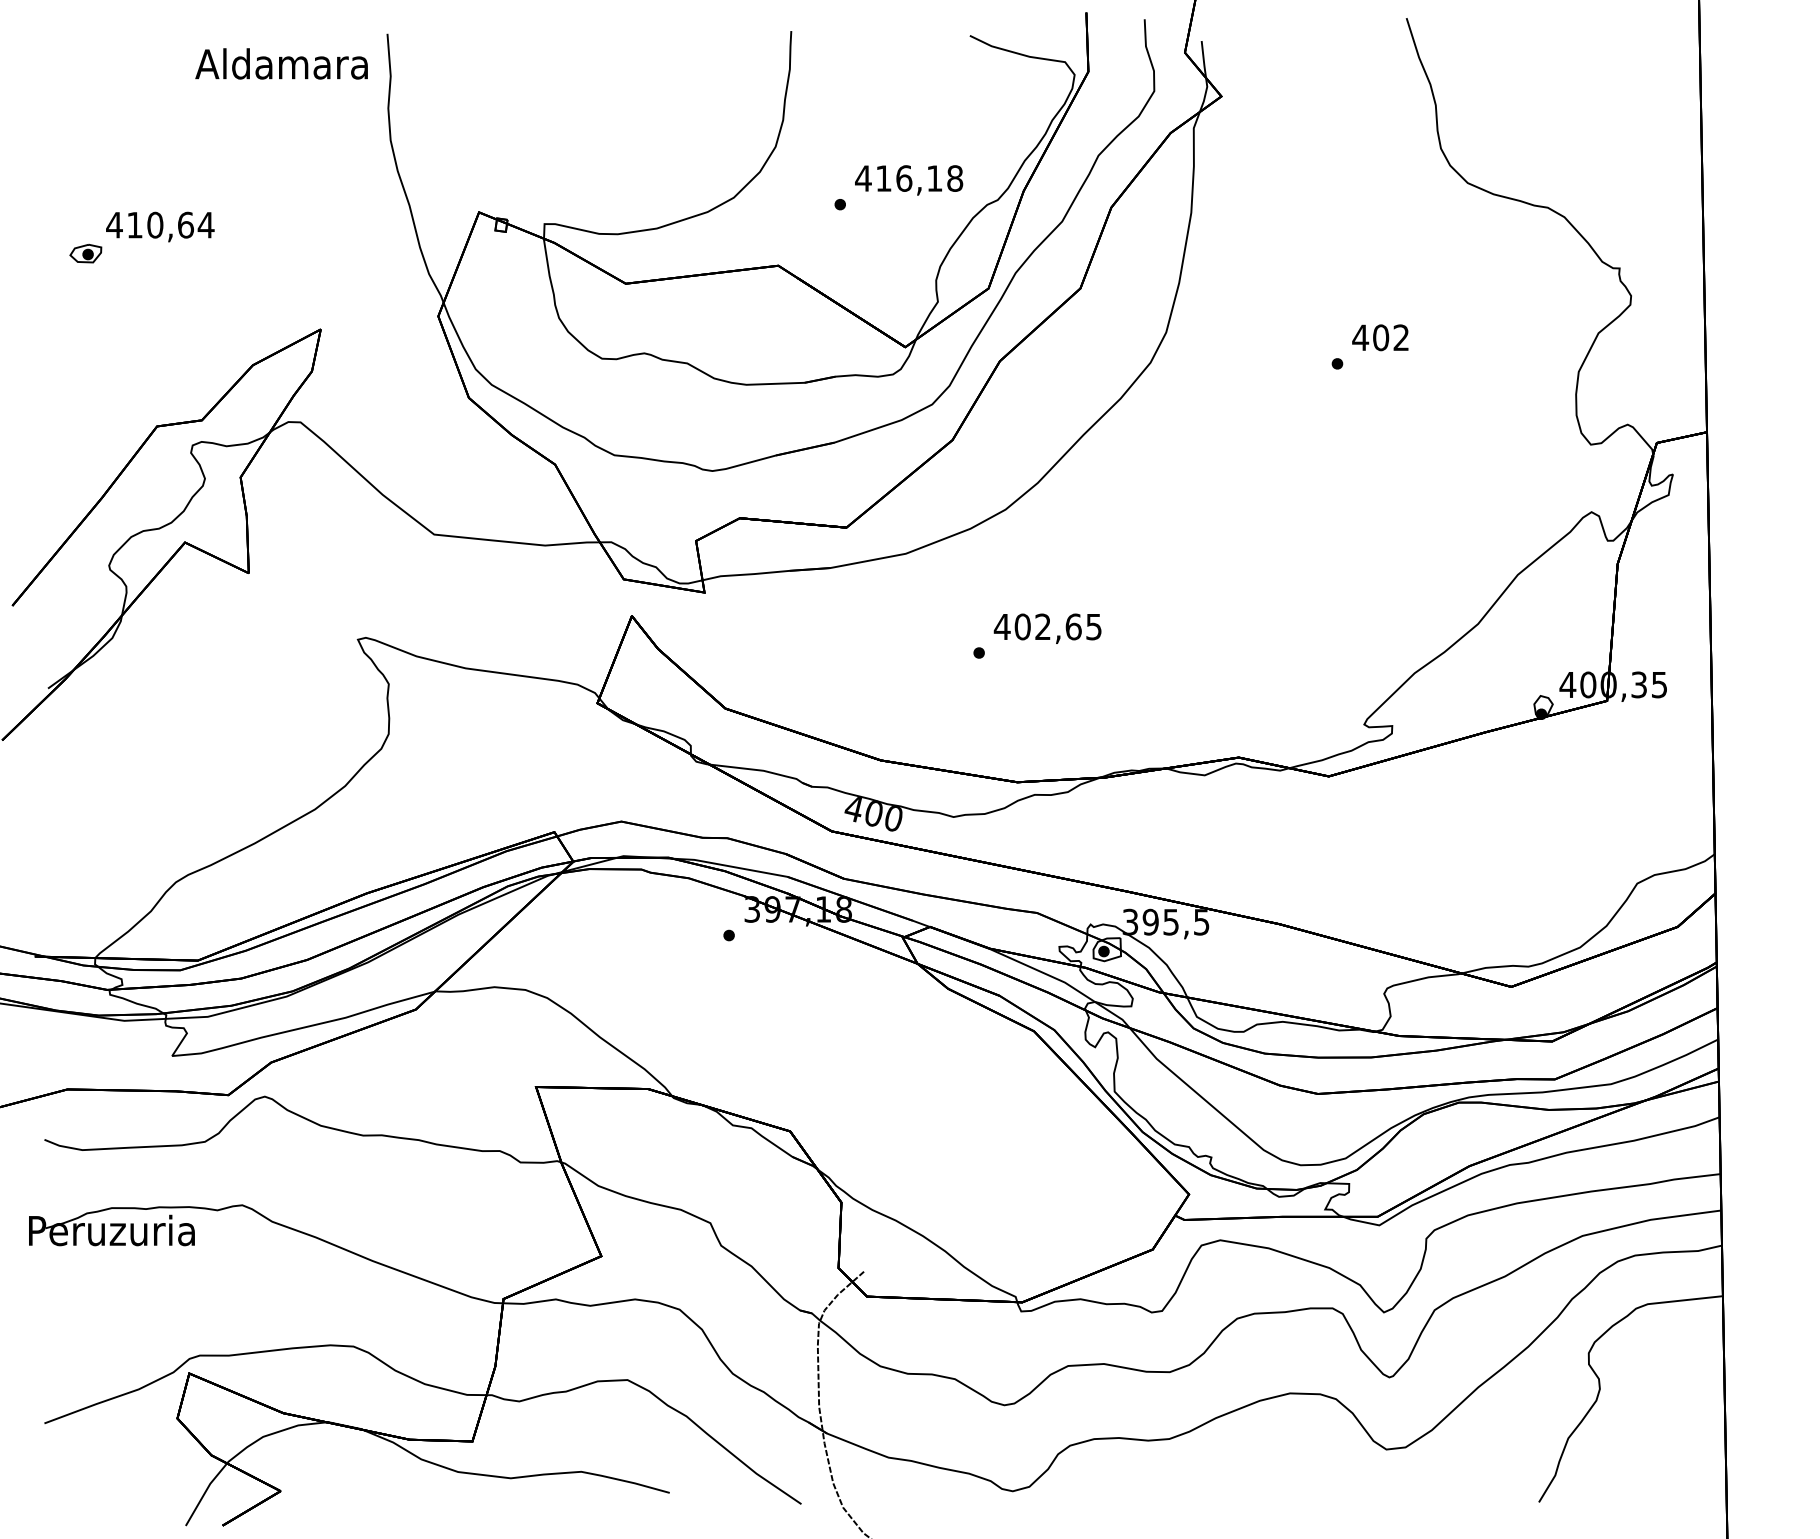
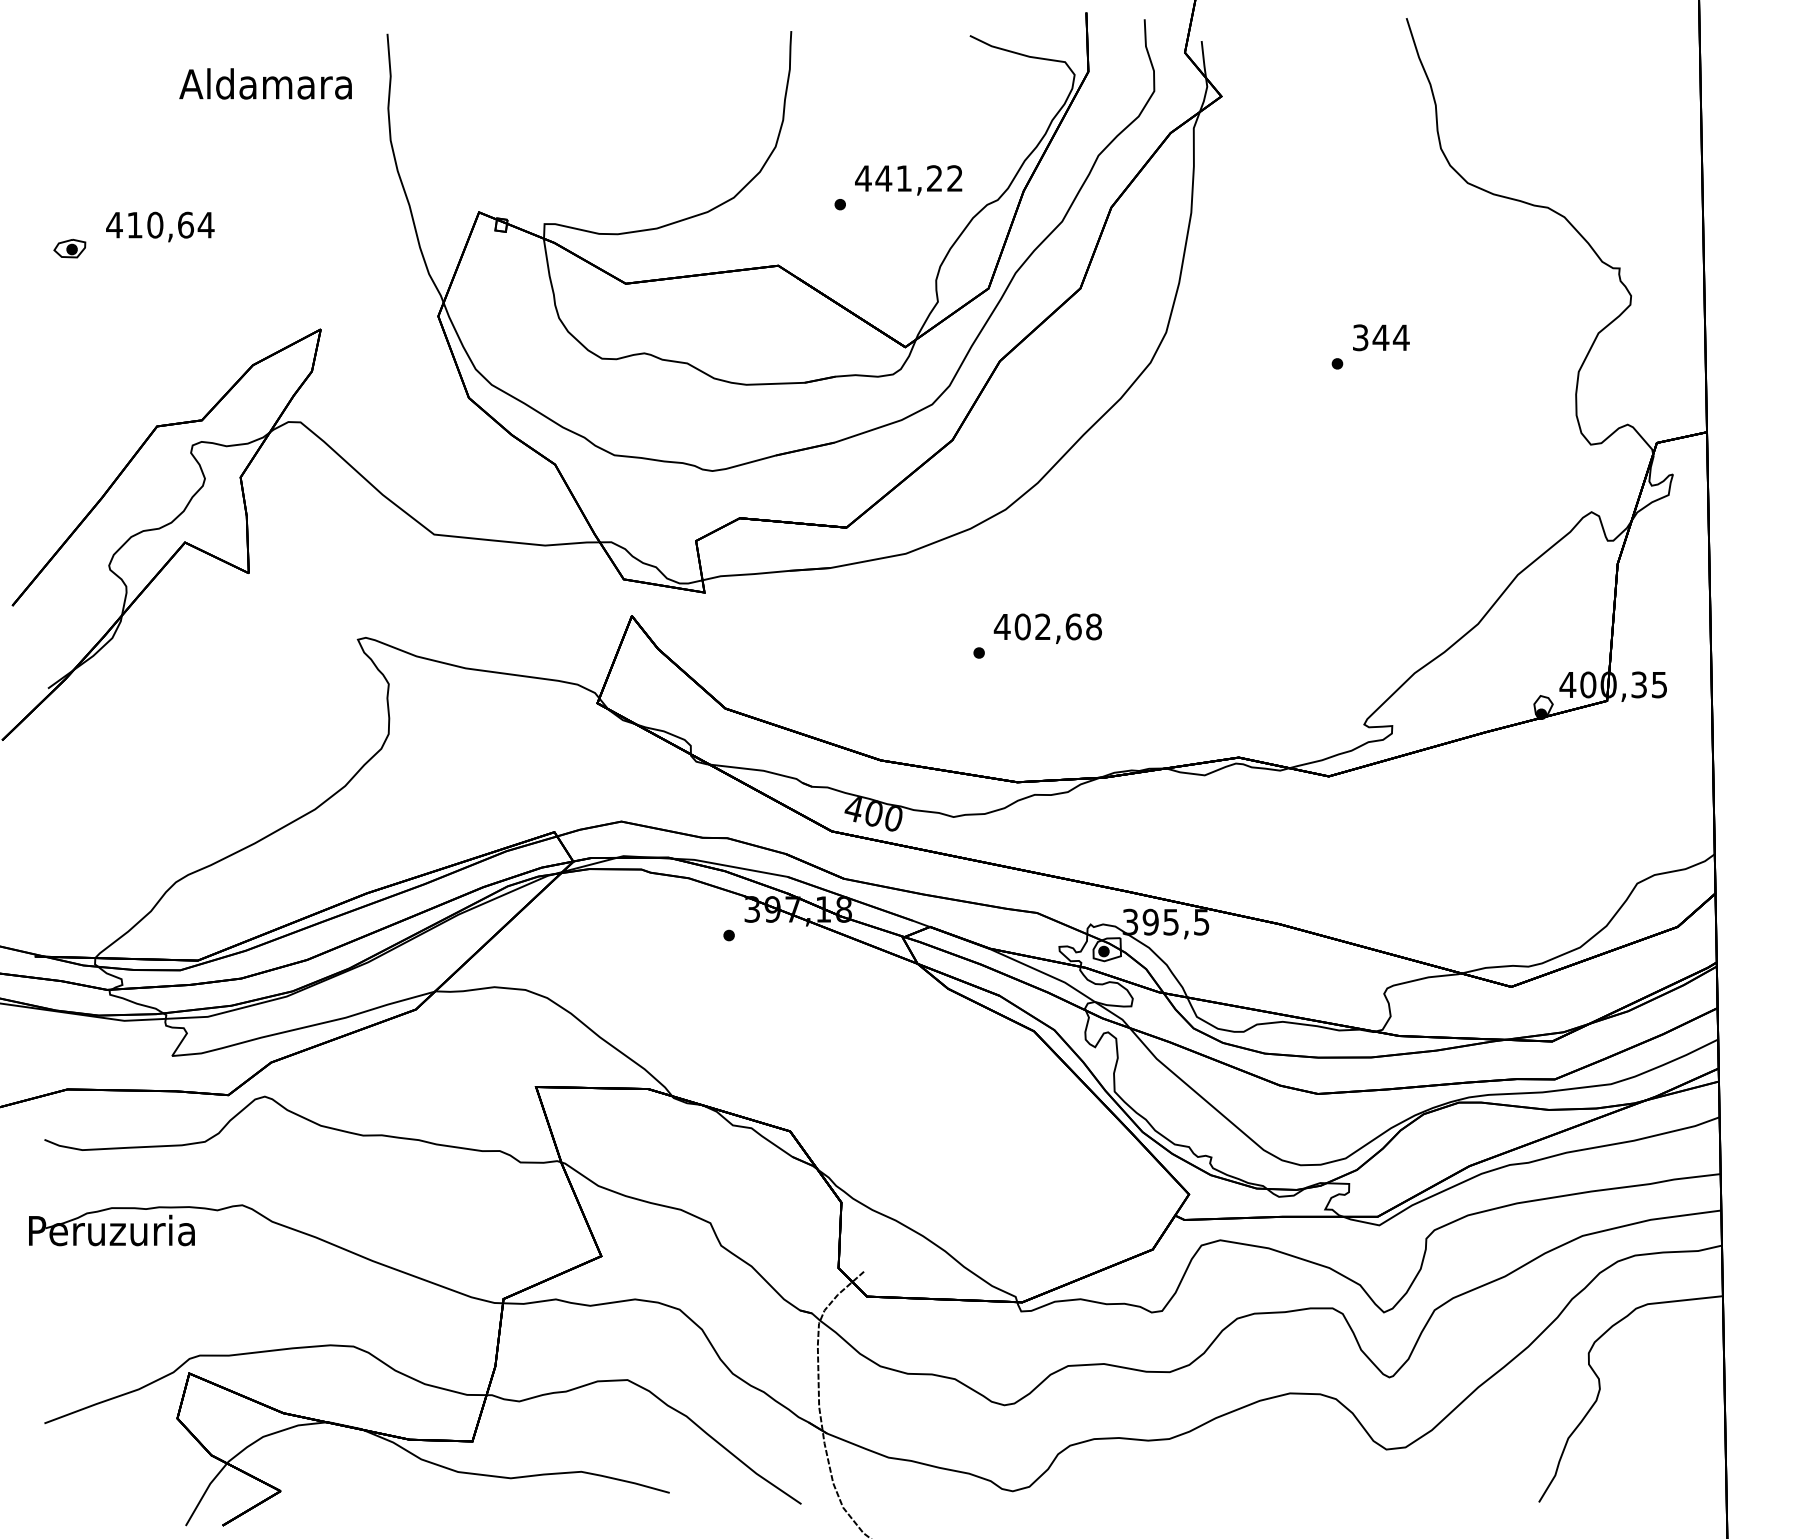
text at (281, 63) position: (281, 63) -> (265, 83)
text at (919, 178): 416,18 -> 441,22
part at (85, 253) position: (85, 253) -> (69, 248)
text at (1380, 337): 402 -> 344
text at (1094, 626): 402,65 -> 402,68
